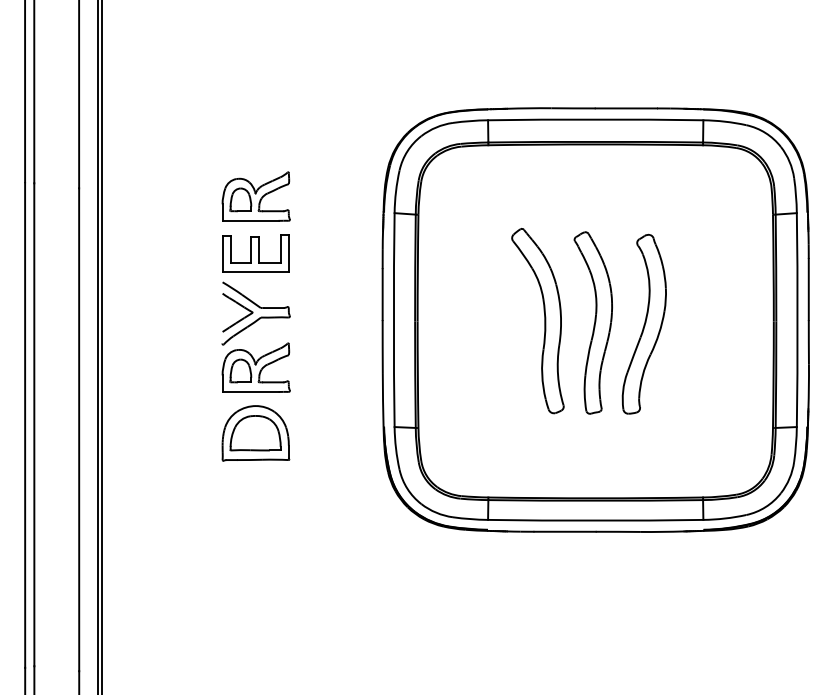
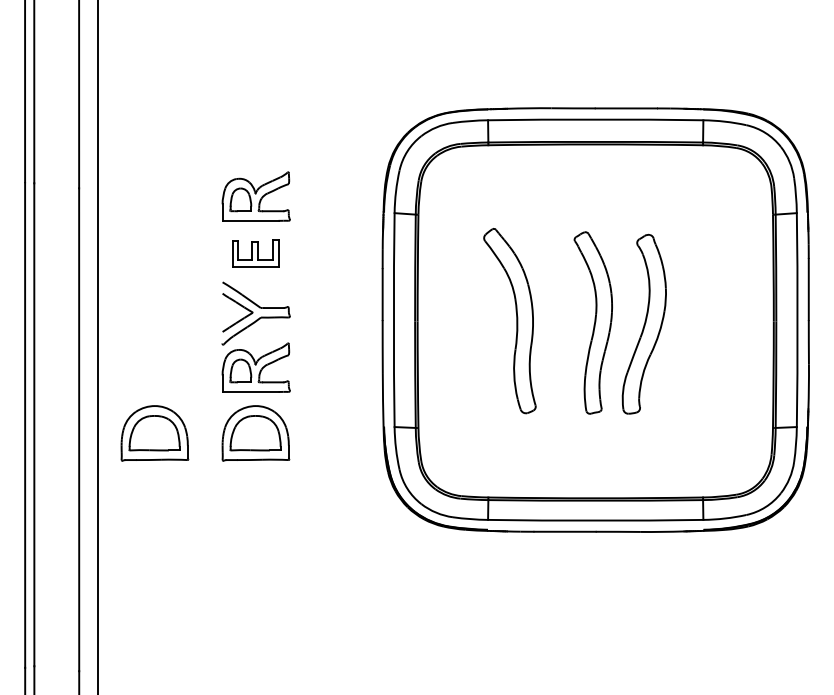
part at (255, 253) size: 68x39 px -> 48x29 px
part at (544, 321) position: (544, 321) -> (516, 321)
line at (102, 346): present -> none
part at (154, 433): none -> present
